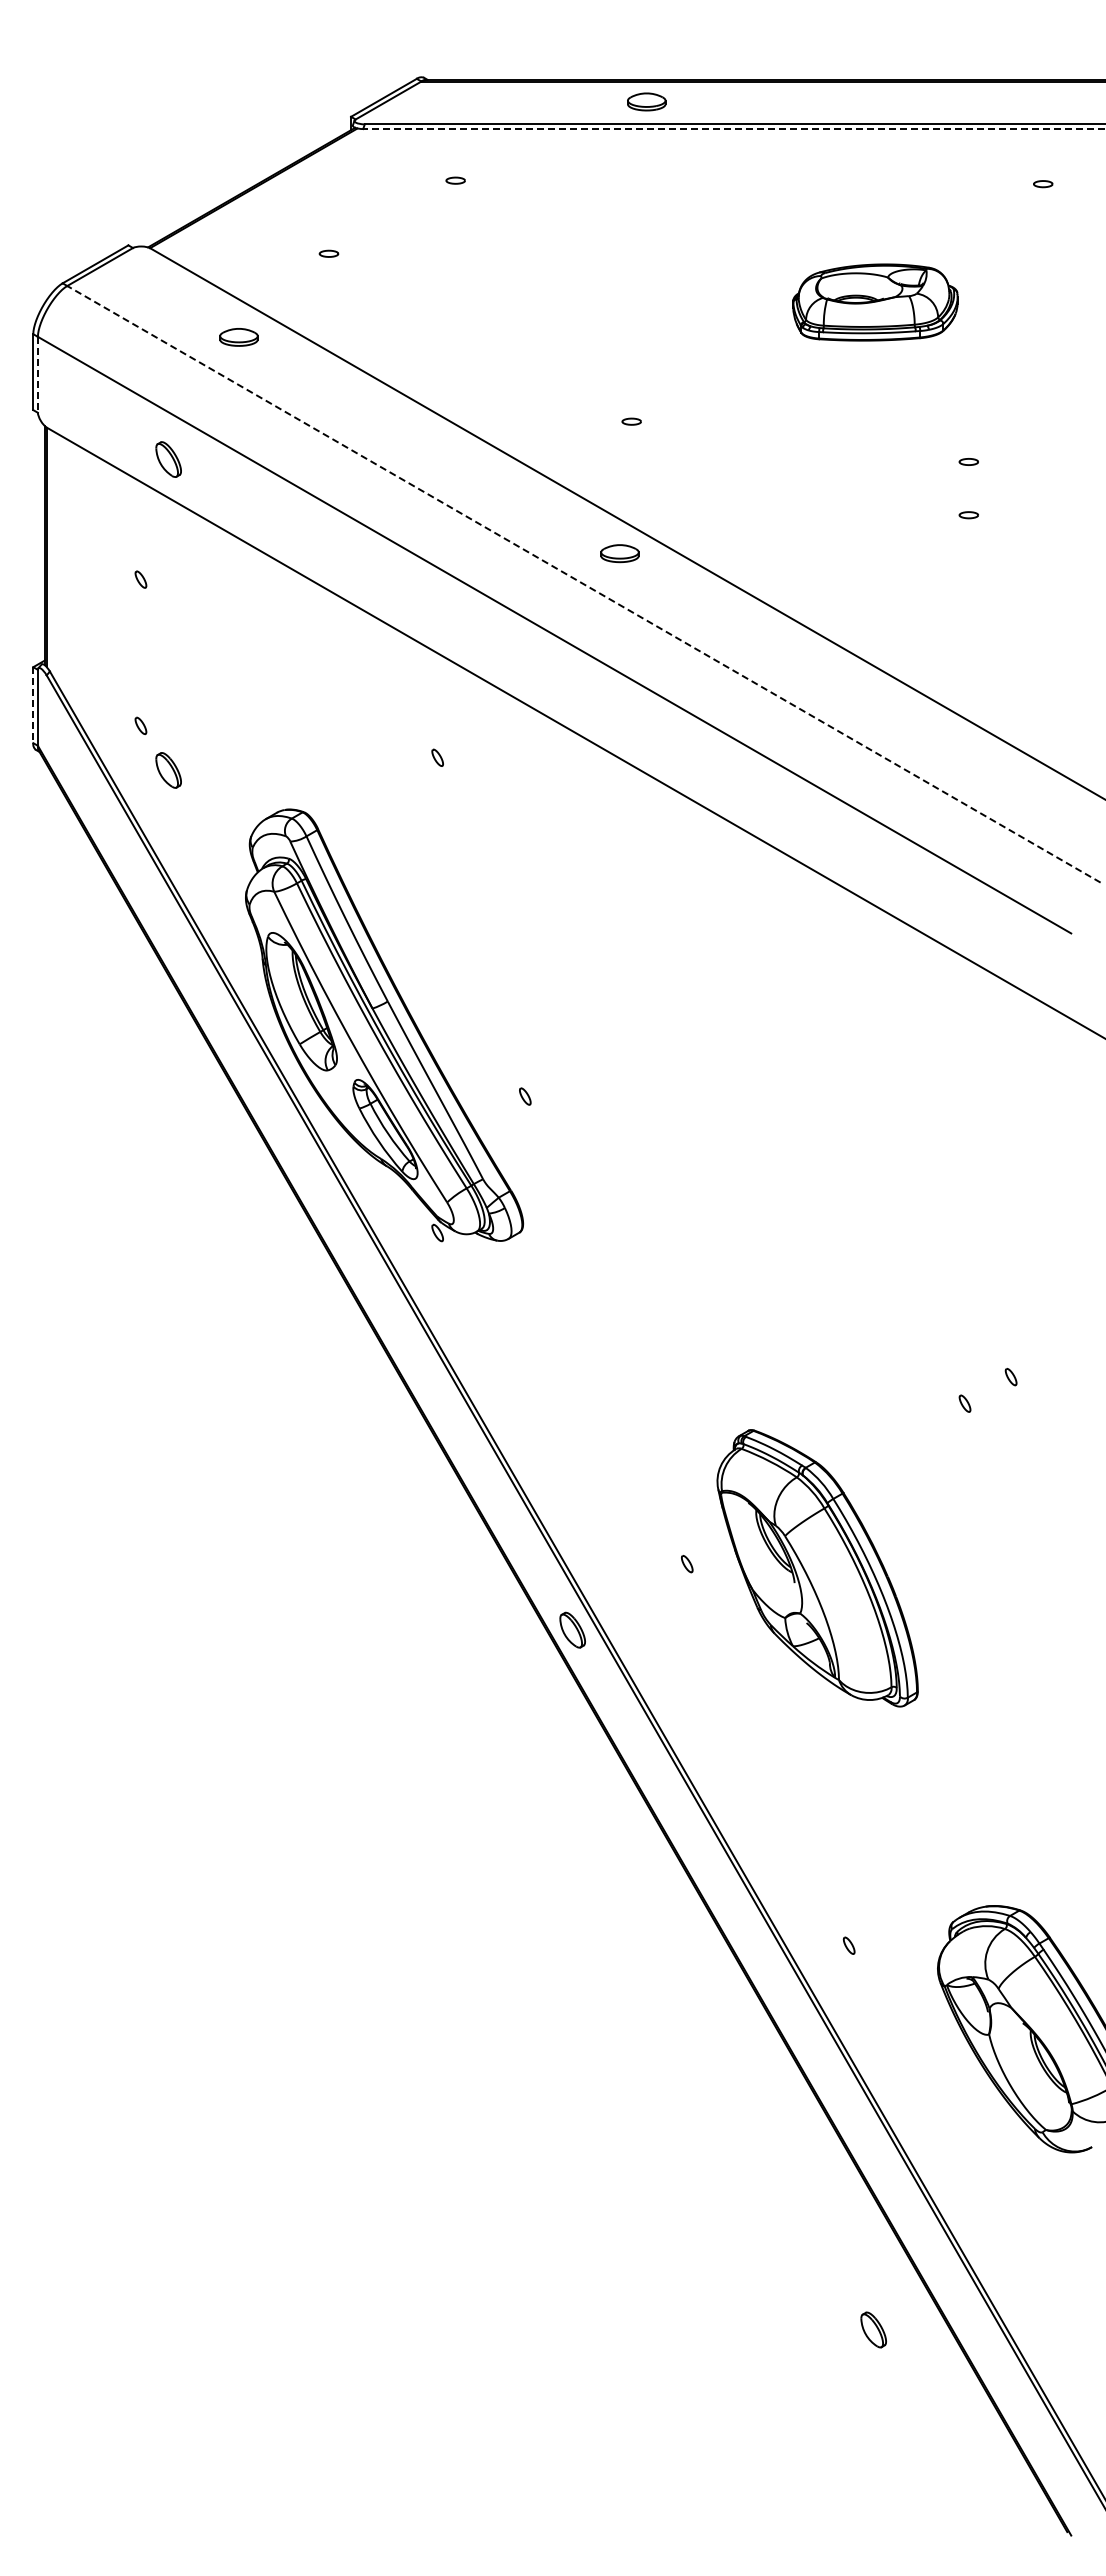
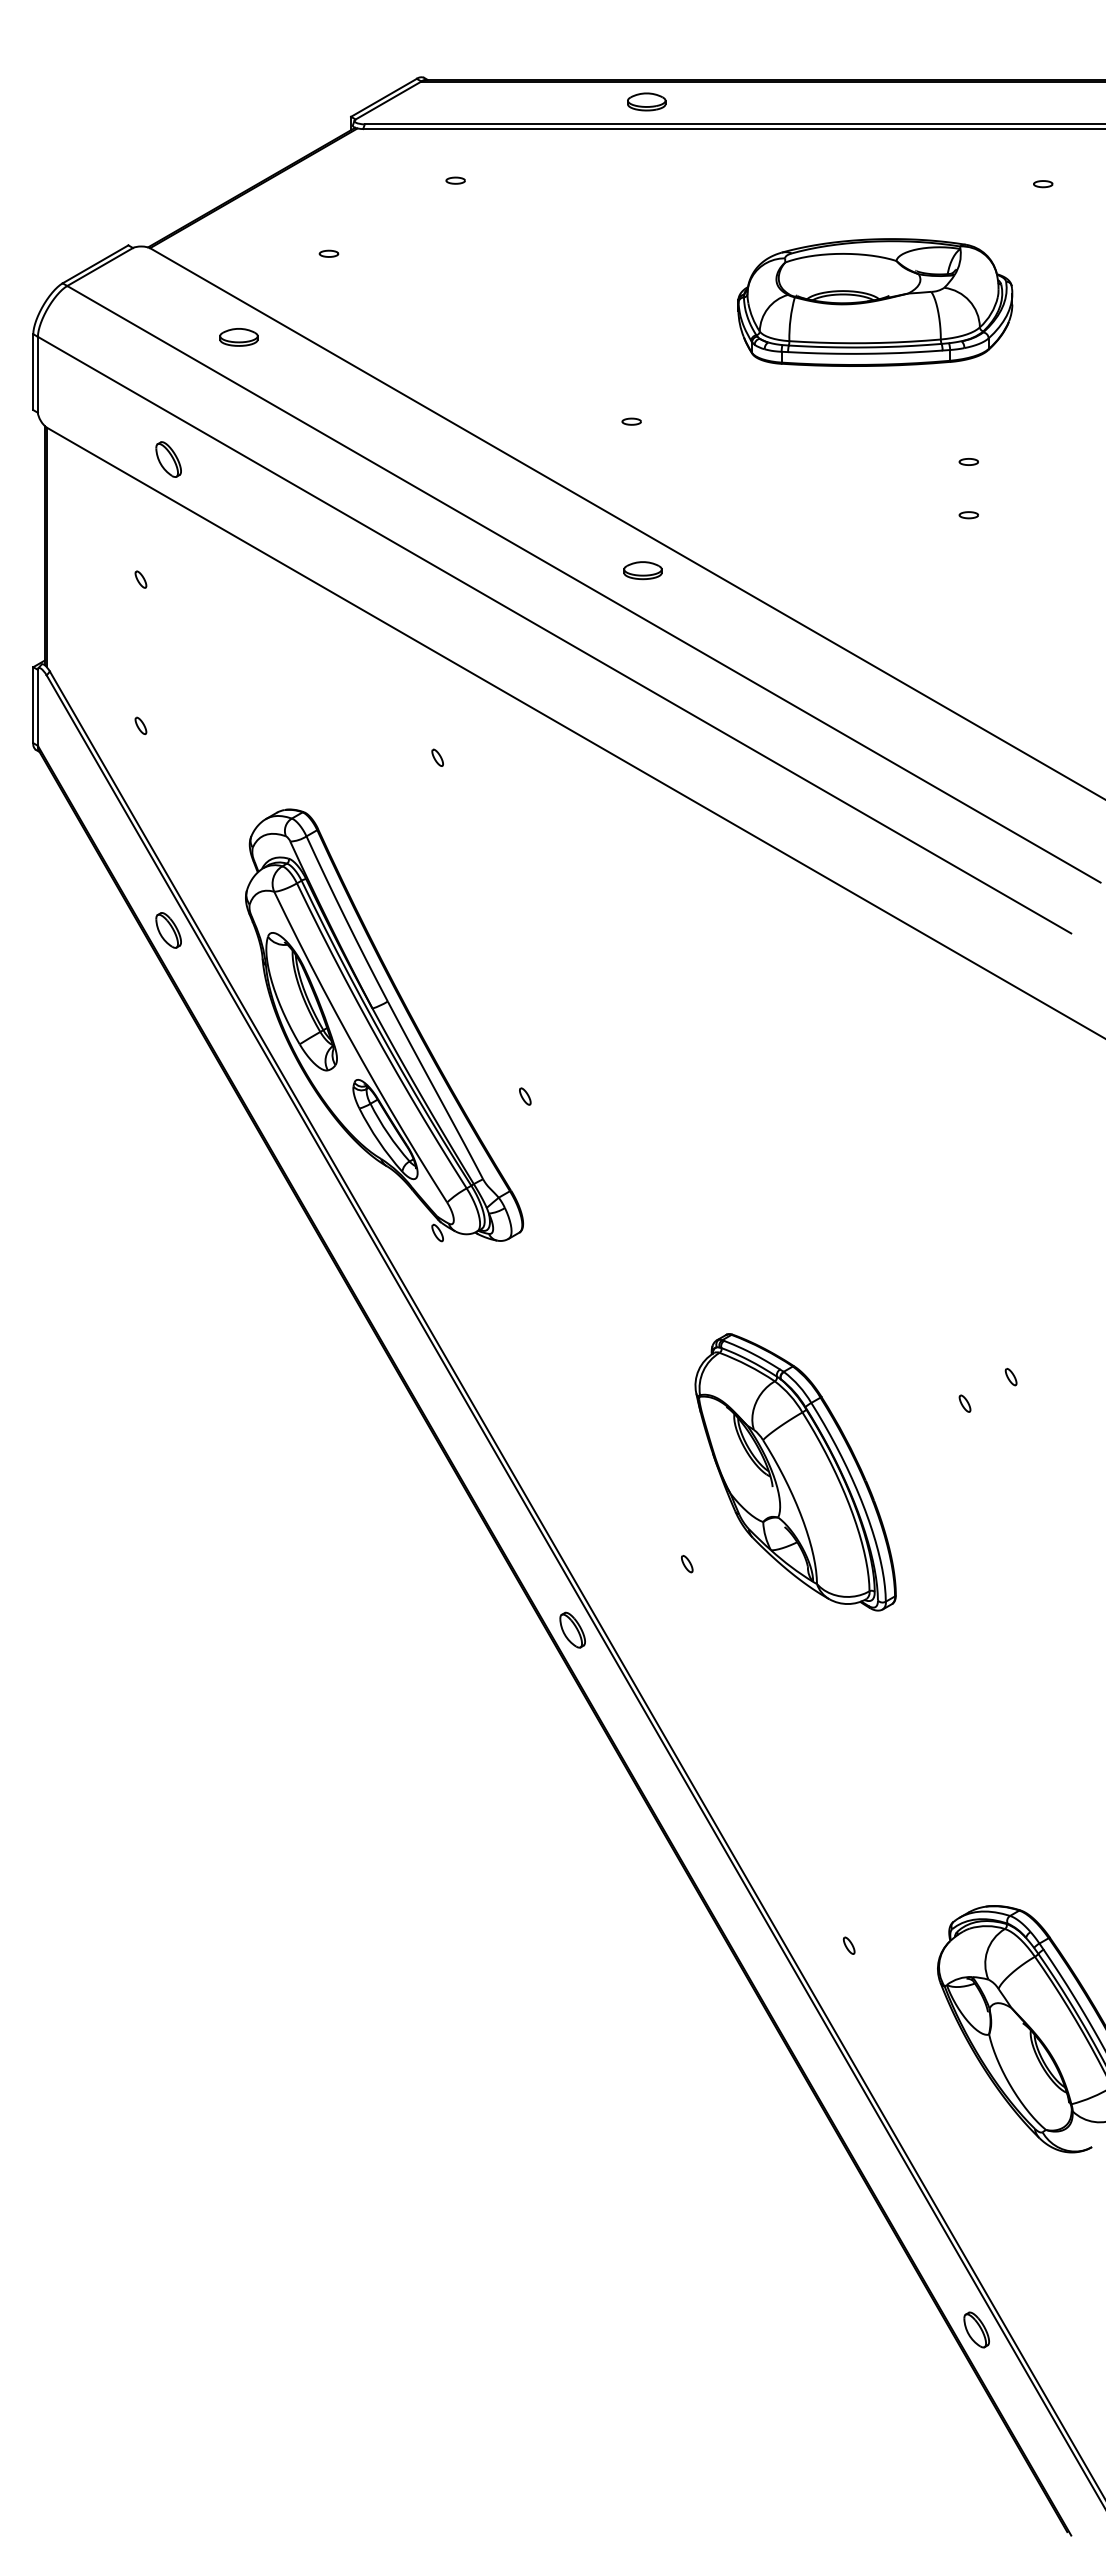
line at (734, 129): dashed -> solid
part at (875, 302) size: 167x79 px -> 277x129 px
line at (37, 374): dashed -> solid
part at (619, 553) position: (619, 553) -> (642, 570)
line at (583, 584): dashed -> solid
line at (33, 705): dashed -> solid
part at (168, 770) position: (168, 770) -> (168, 930)
part at (817, 1568) position: (817, 1568) -> (795, 1472)
part at (873, 2329) position: (873, 2329) -> (976, 2329)
